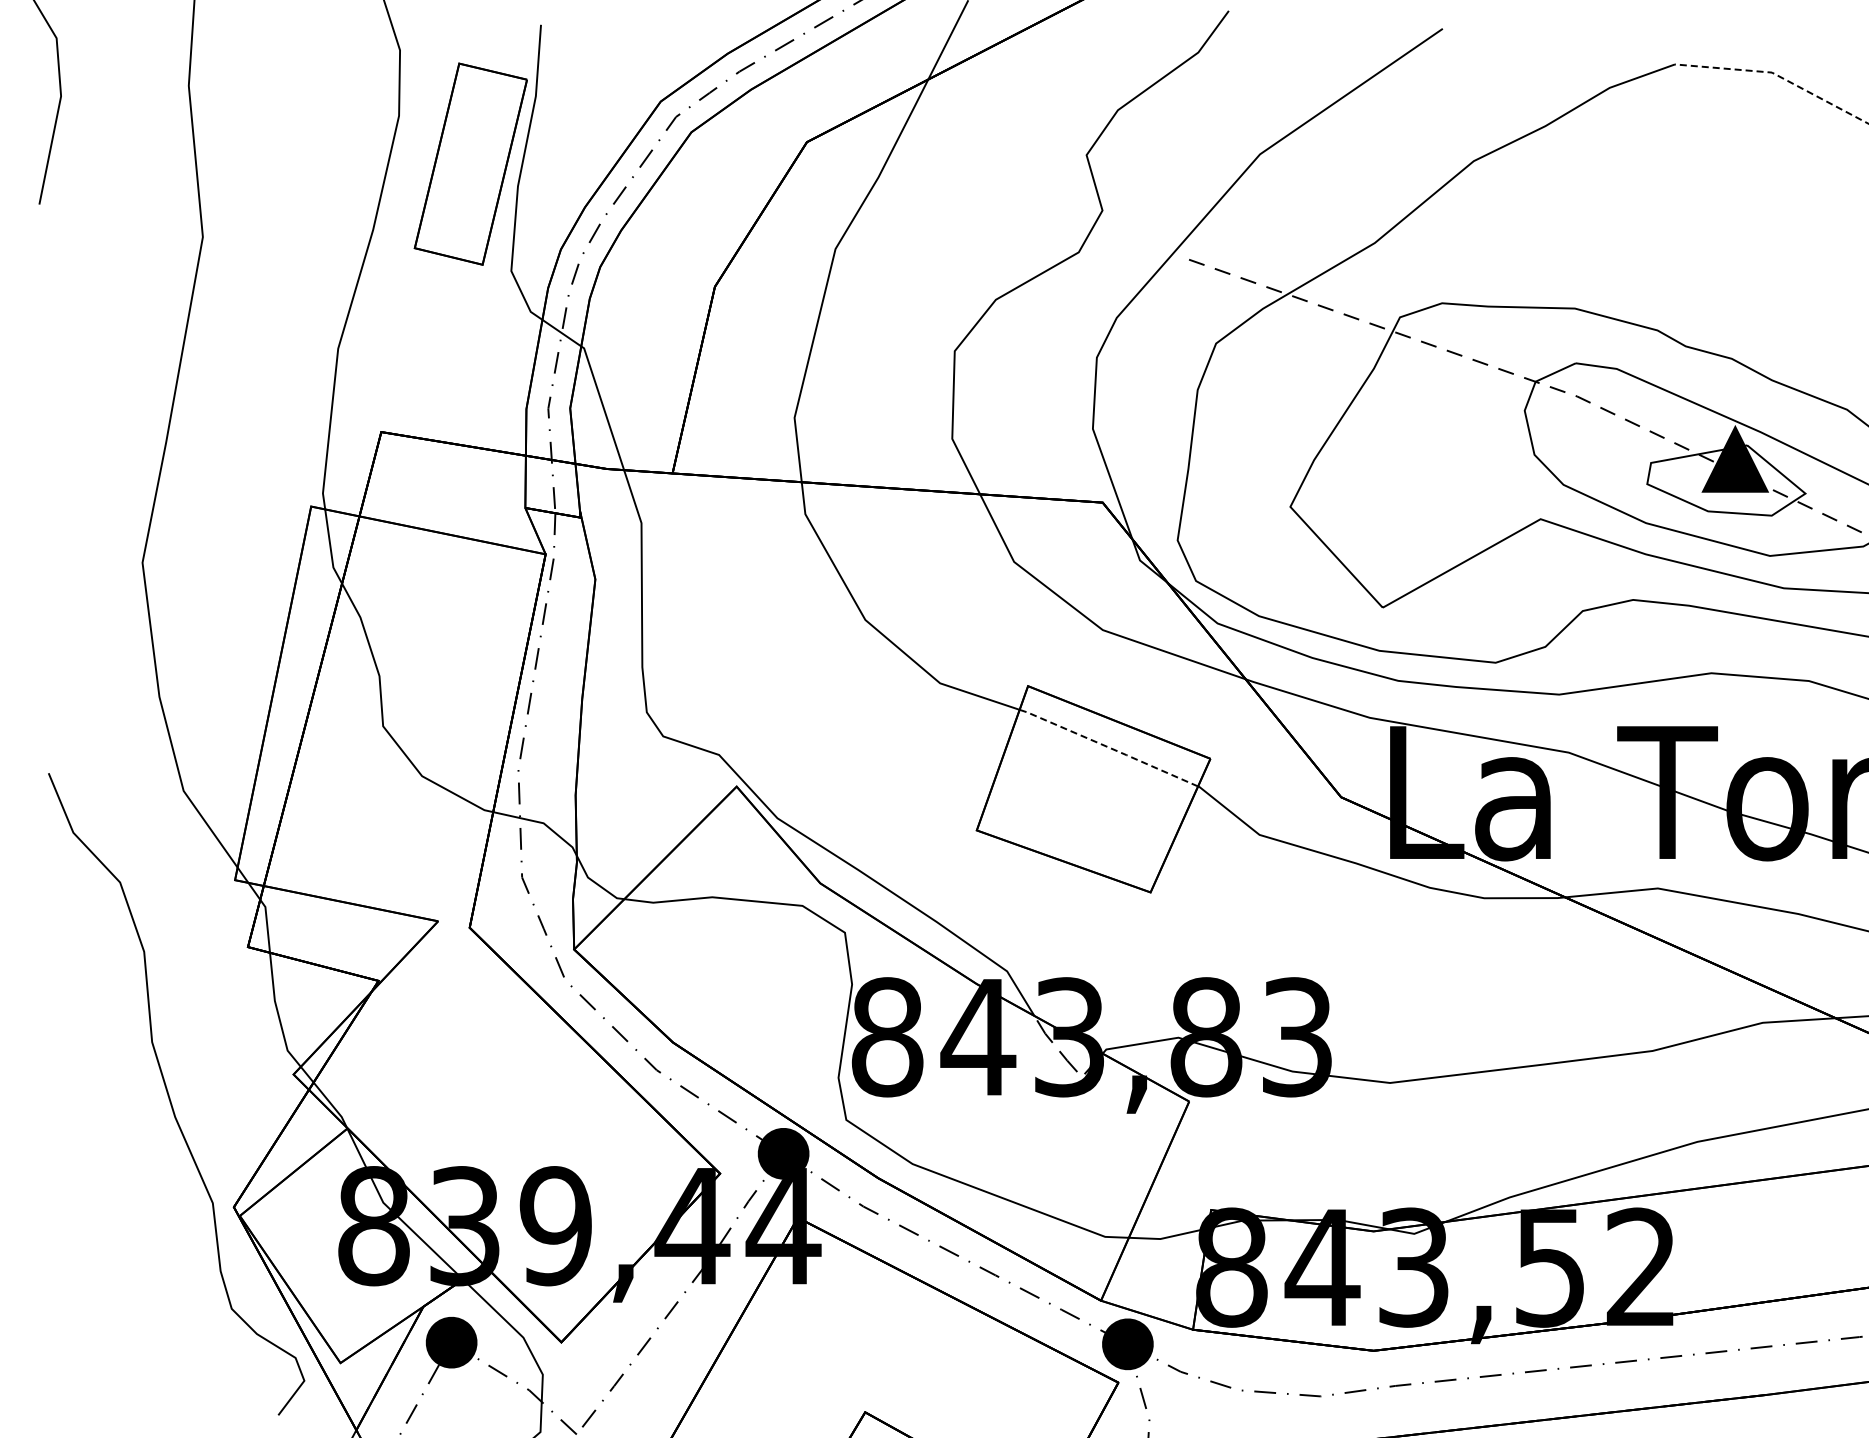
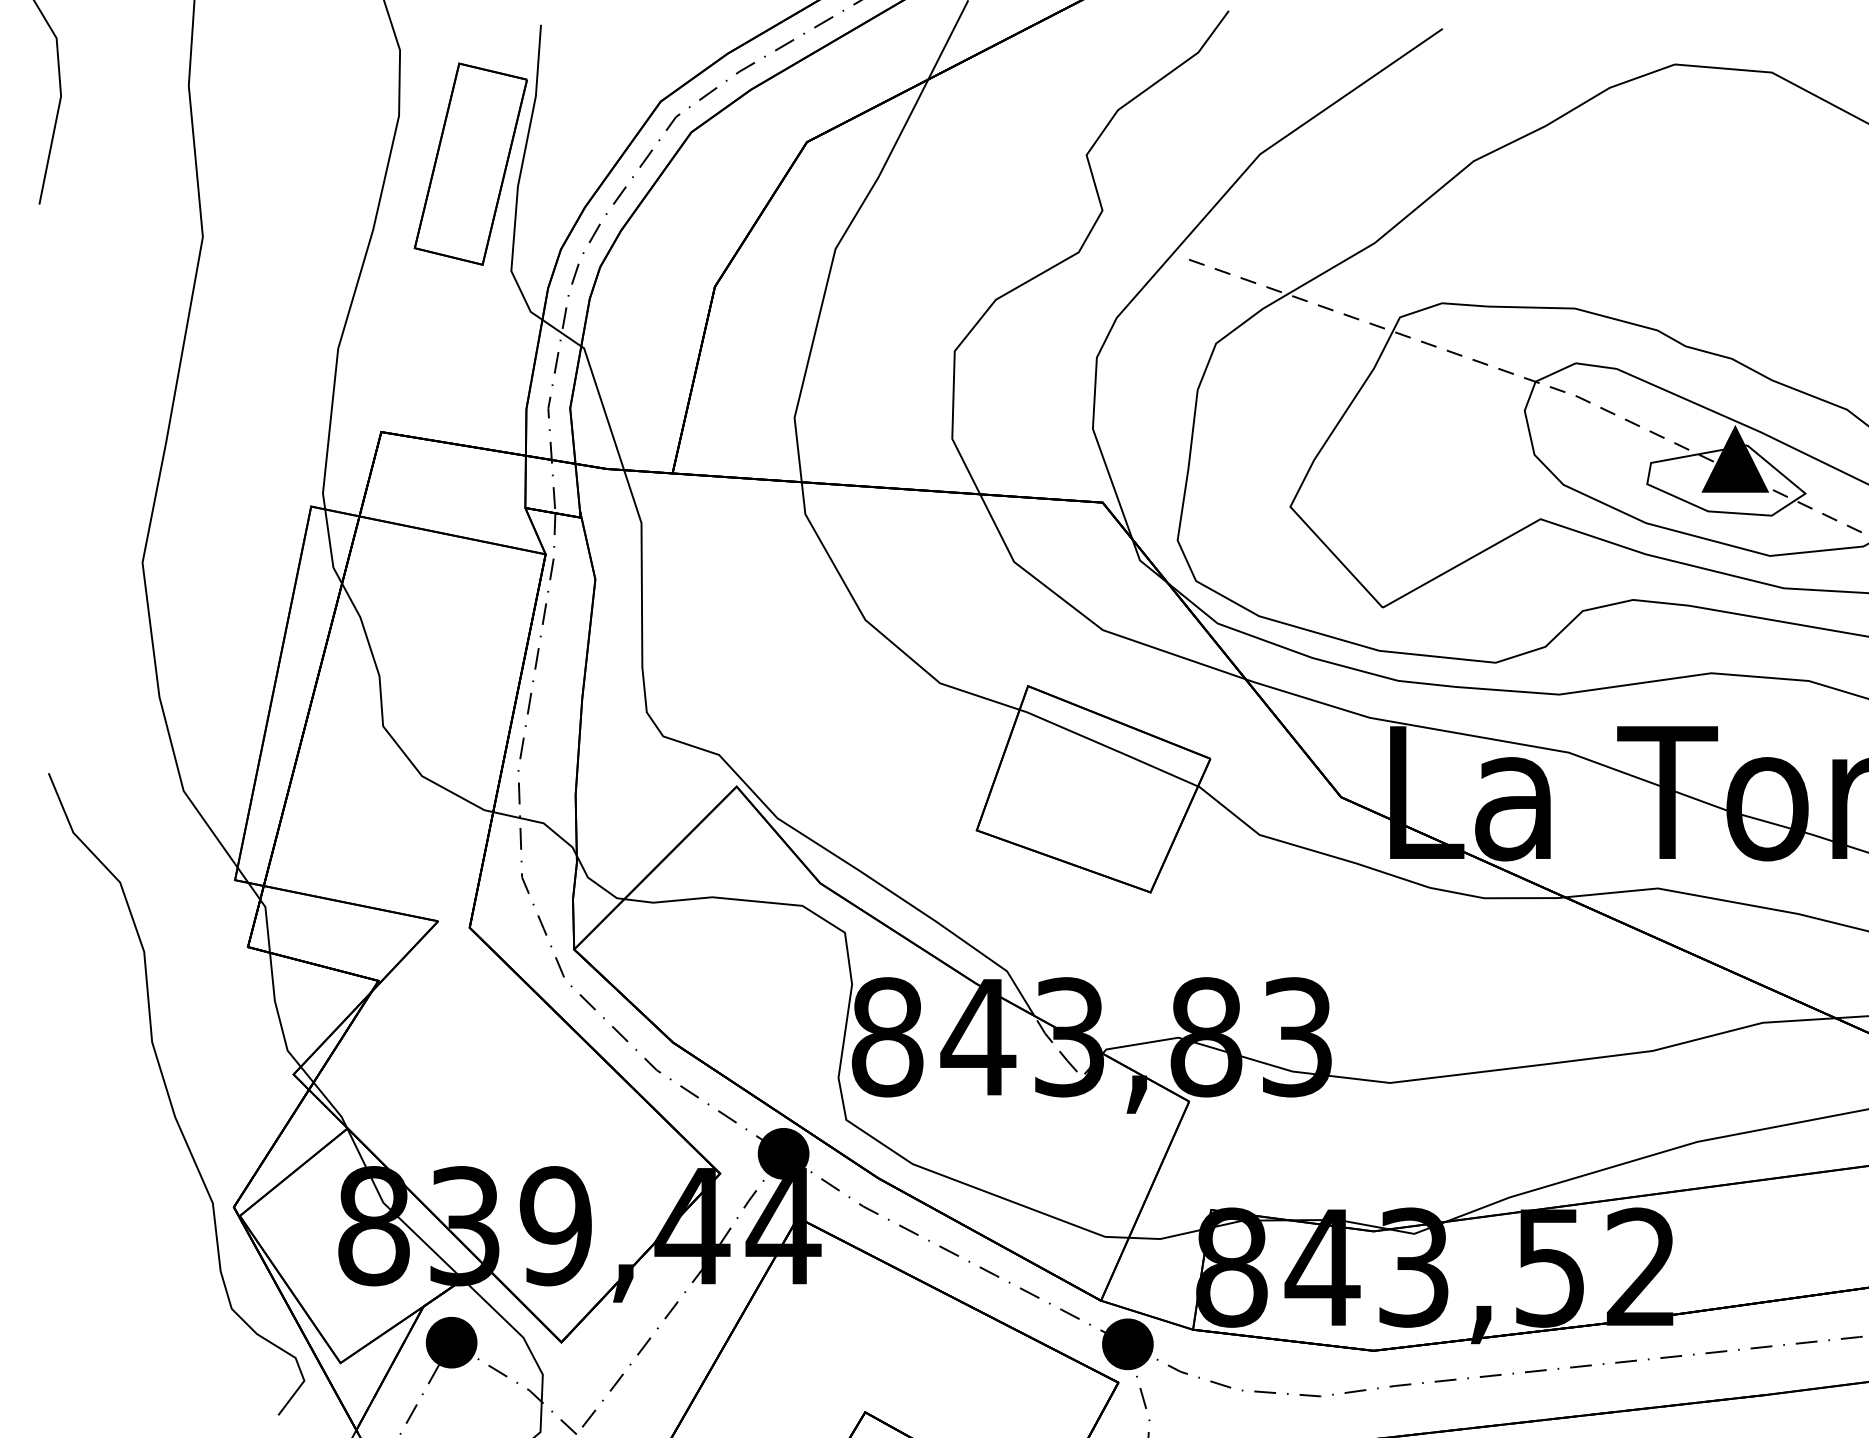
line at (1776, 74): dashed -> solid
line at (1109, 747): dashed -> solid
